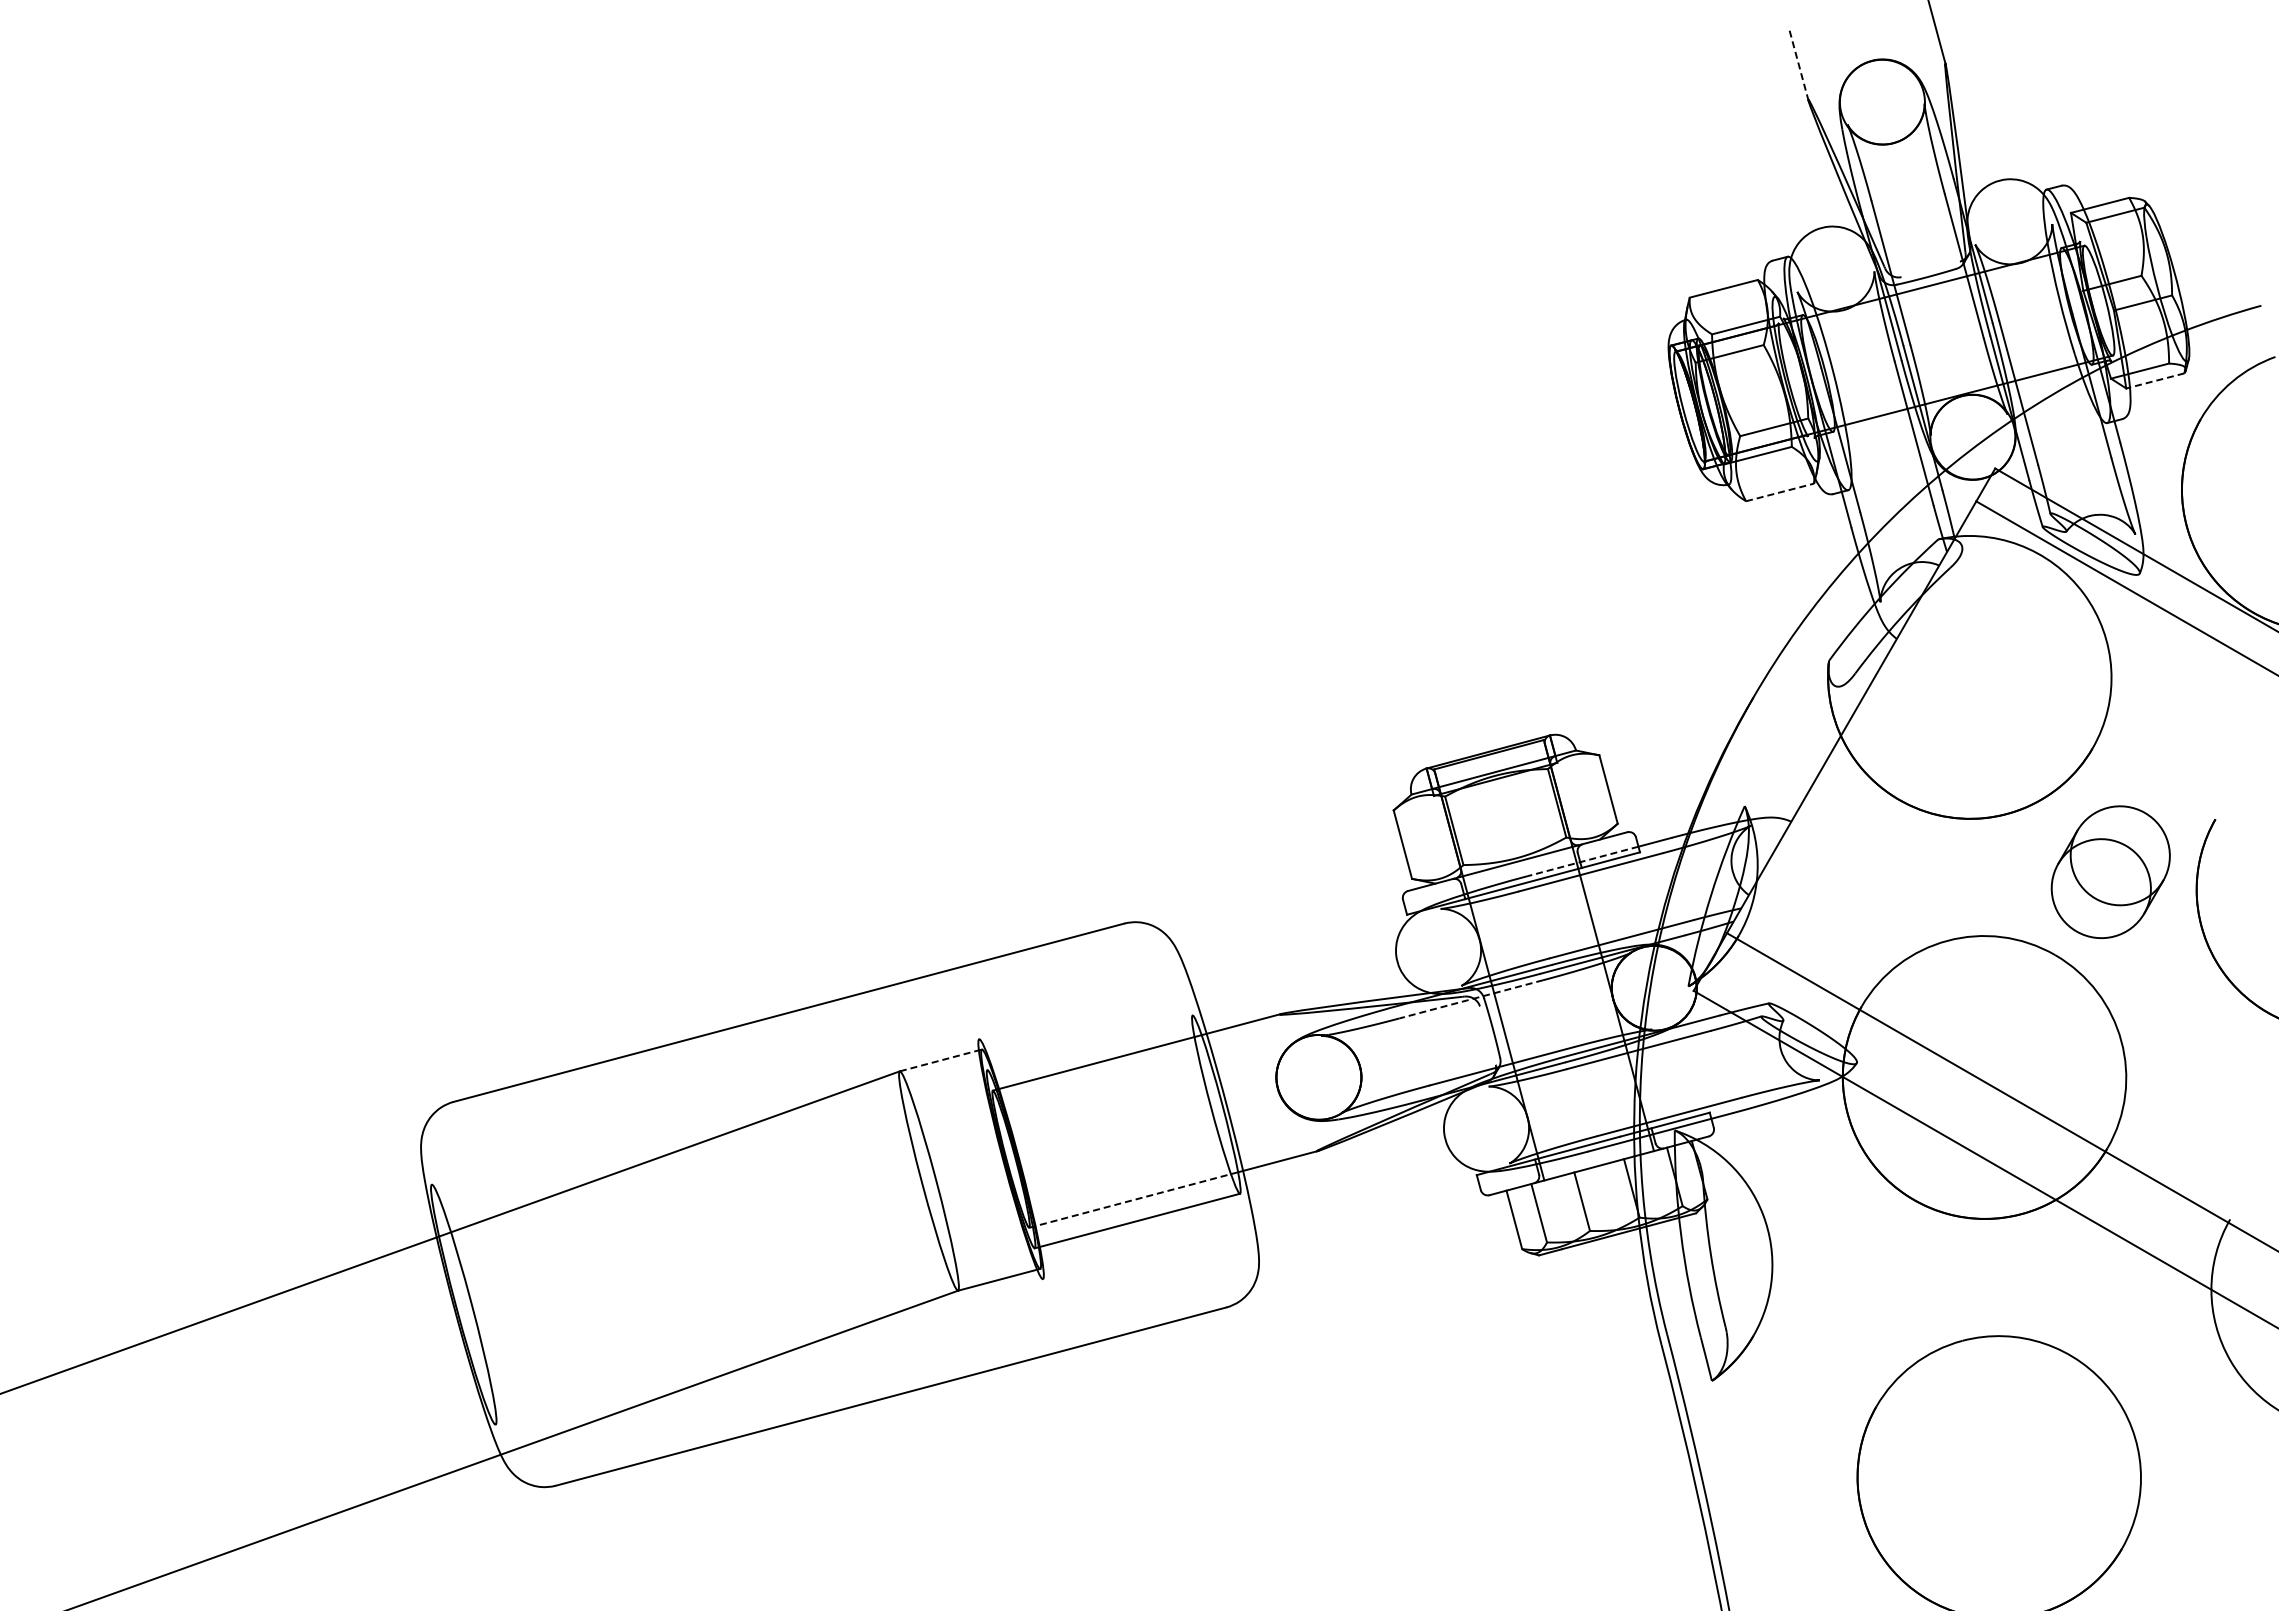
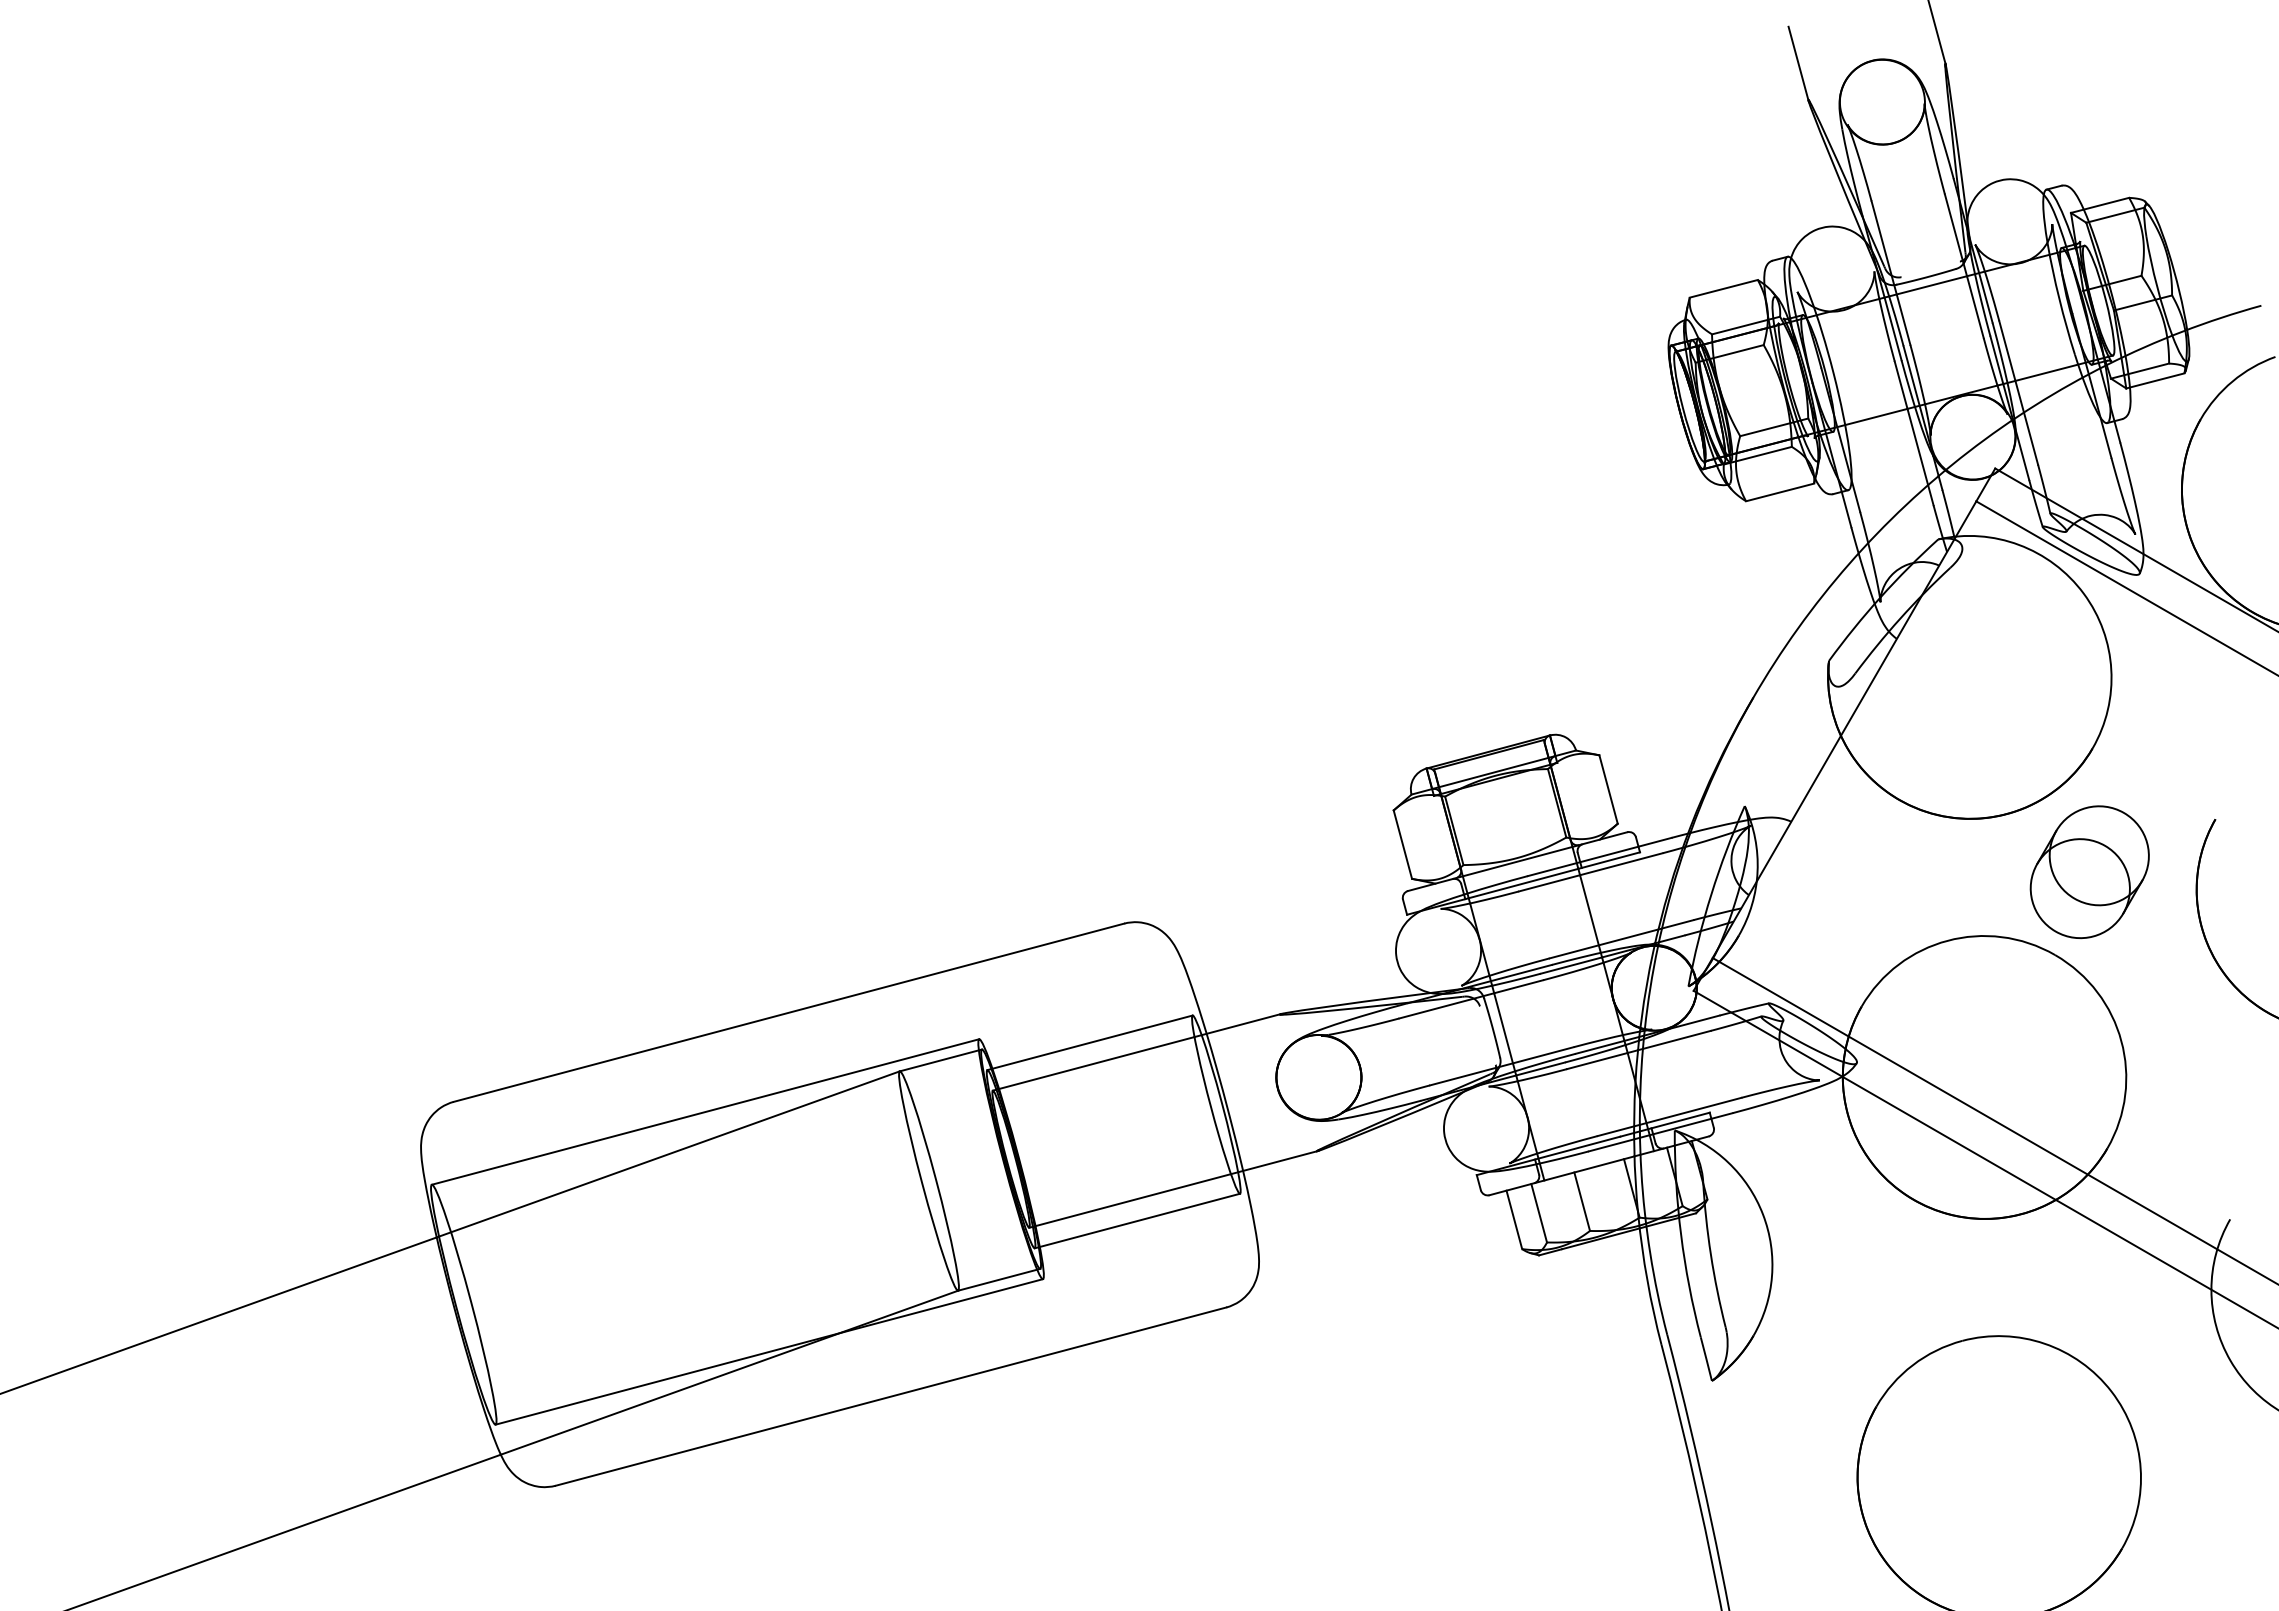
line at (1798, 63): dashed -> solid
line at (2154, 381): dashed -> solid
line at (1780, 492): dashed -> solid
line at (1582, 861): dashed -> solid
part at (2110, 872) position: (2110, 872) -> (2089, 872)
line at (1470, 999): dashed -> solid
line at (1089, 1042): none -> present
line at (941, 1060): dashed -> solid
line at (2000, 1091) position: (2000, 1091) -> (1993, 1120)
line at (705, 1111): none -> present
line at (1130, 1200): dashed -> solid
line at (768, 1351): none -> present
